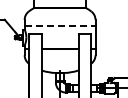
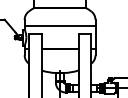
line at (60, 26): dashed -> solid
